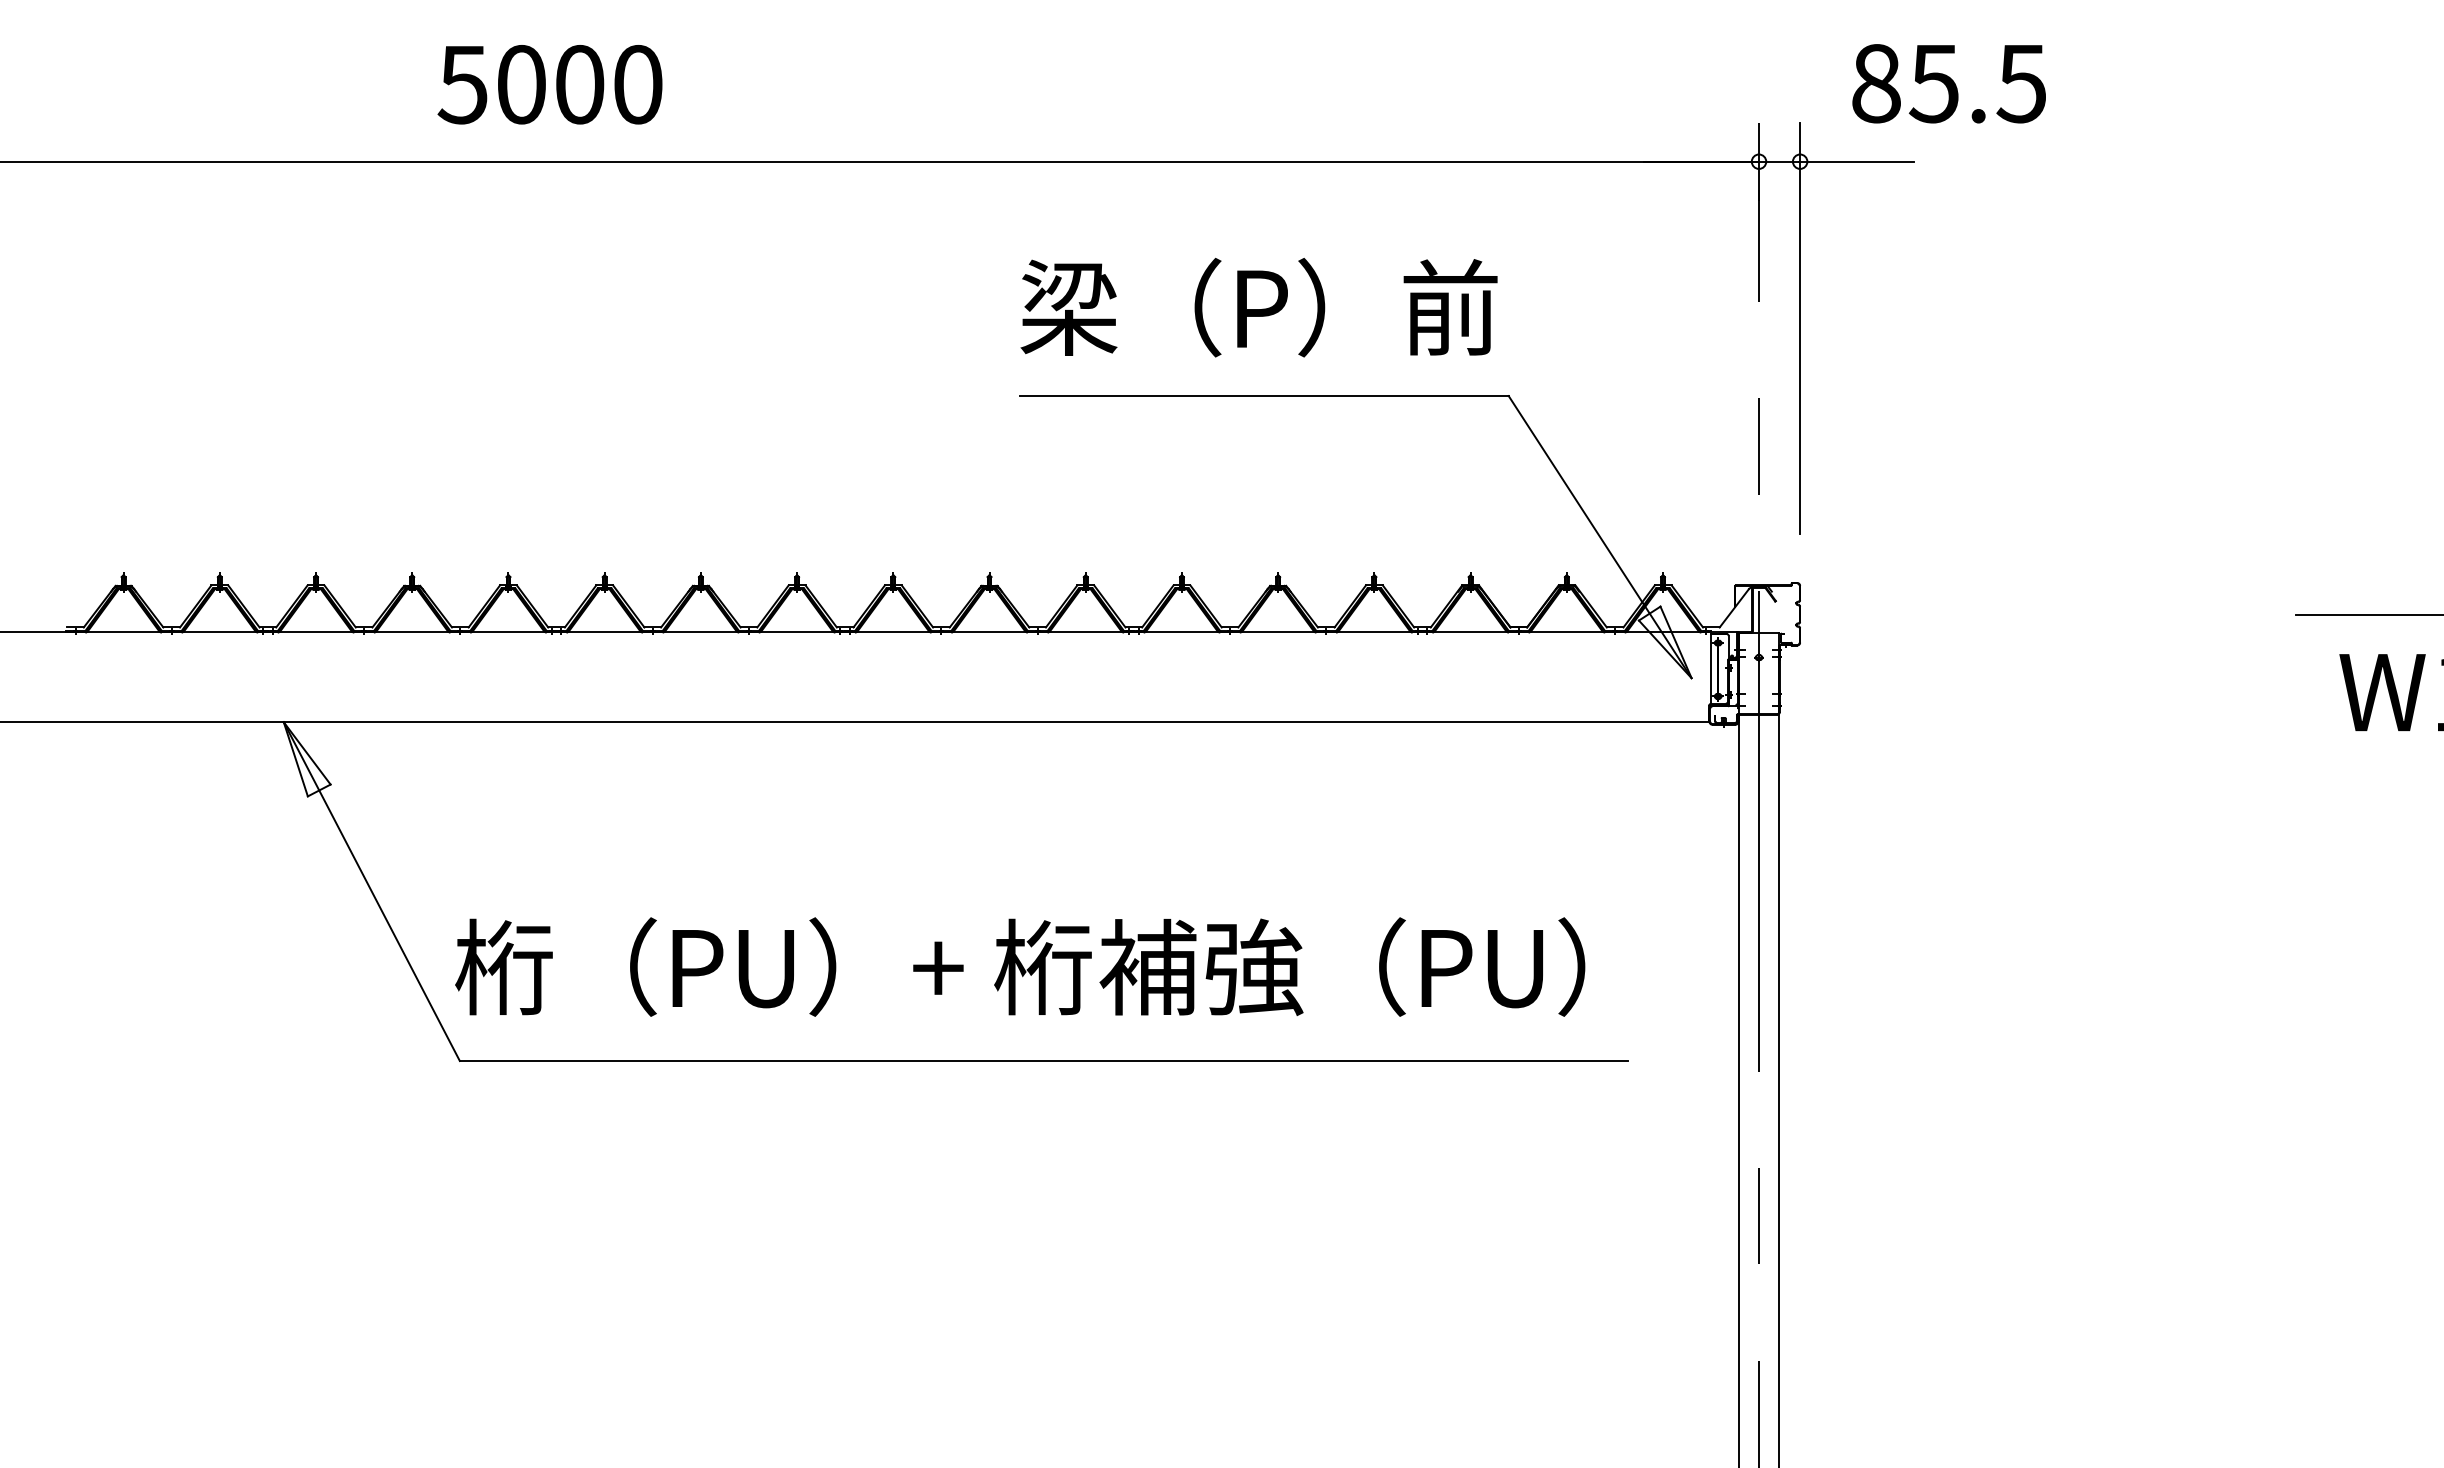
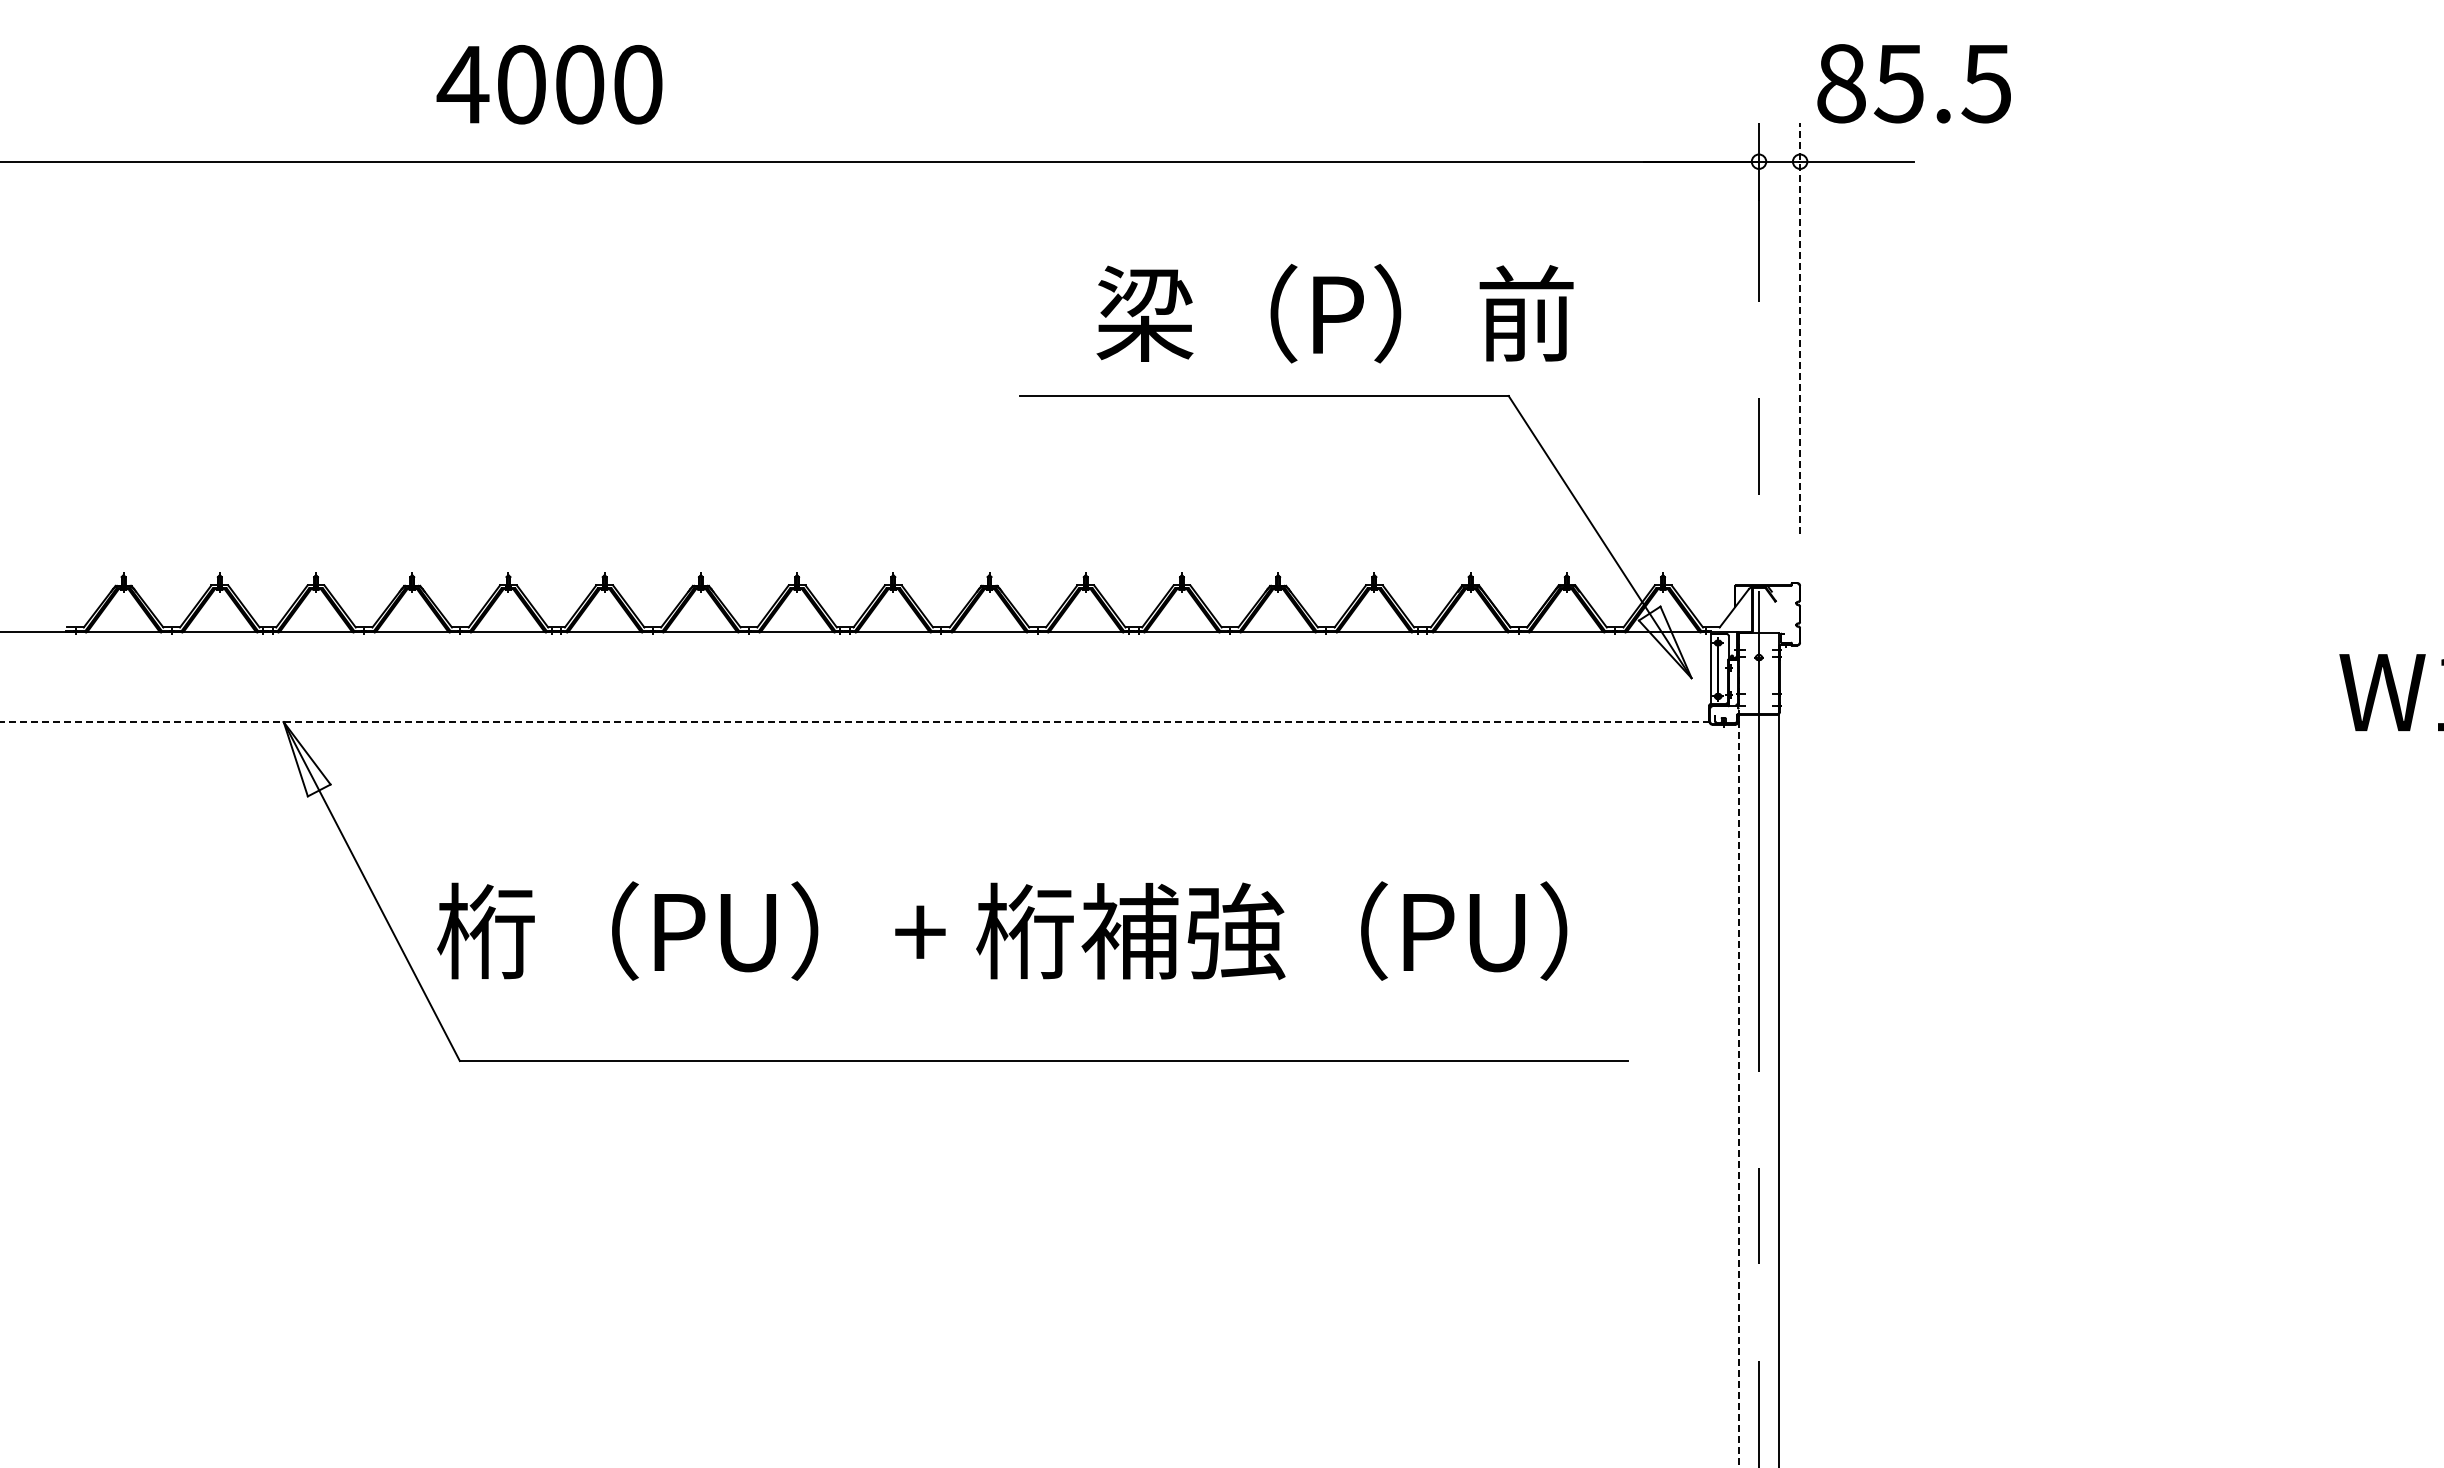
text at (1948, 83) position: (1948, 83) -> (1913, 83)
text at (462, 85): 5000 -> 4000
text at (1258, 307) position: (1258, 307) -> (1334, 313)
line at (1800, 327): solid -> dashed
line at (2368, 615): present -> none
line at (855, 722): solid -> dashed
text at (1020, 966) position: (1020, 966) -> (1002, 930)
line at (1738, 1050): solid -> dashed
